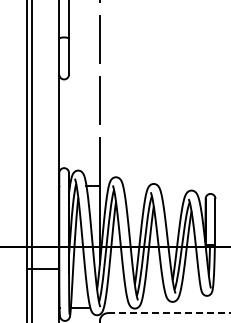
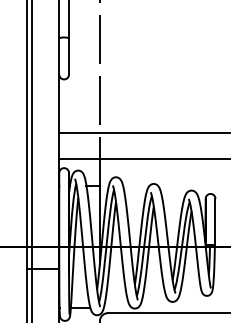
line at (143, 133): none -> present
line at (143, 159): none -> present
line at (170, 313): dashed -> solid
